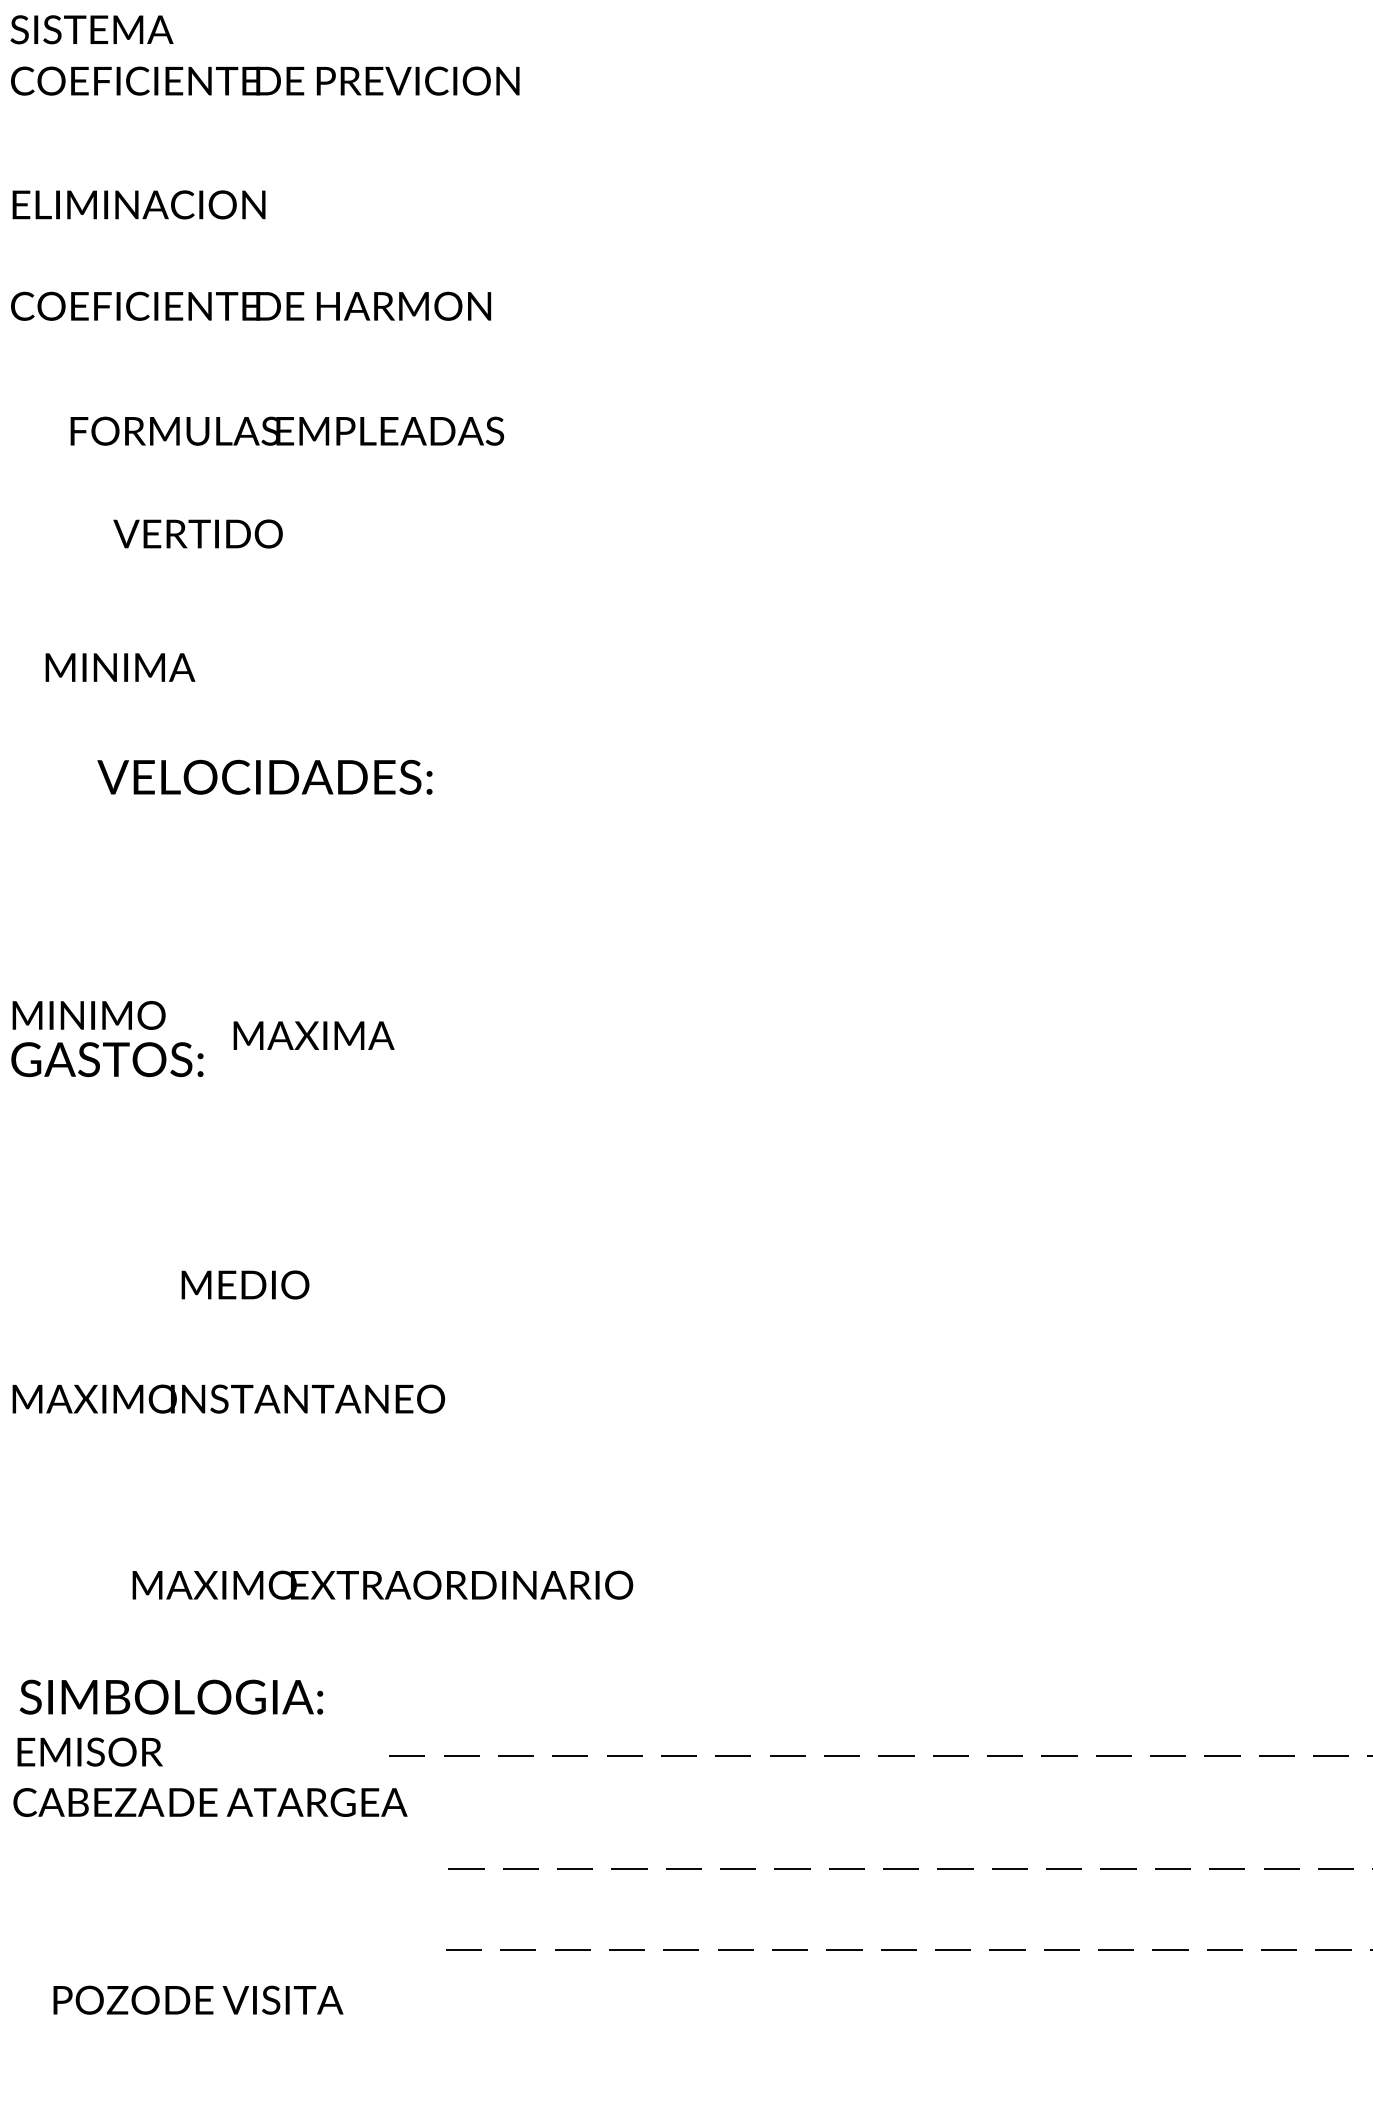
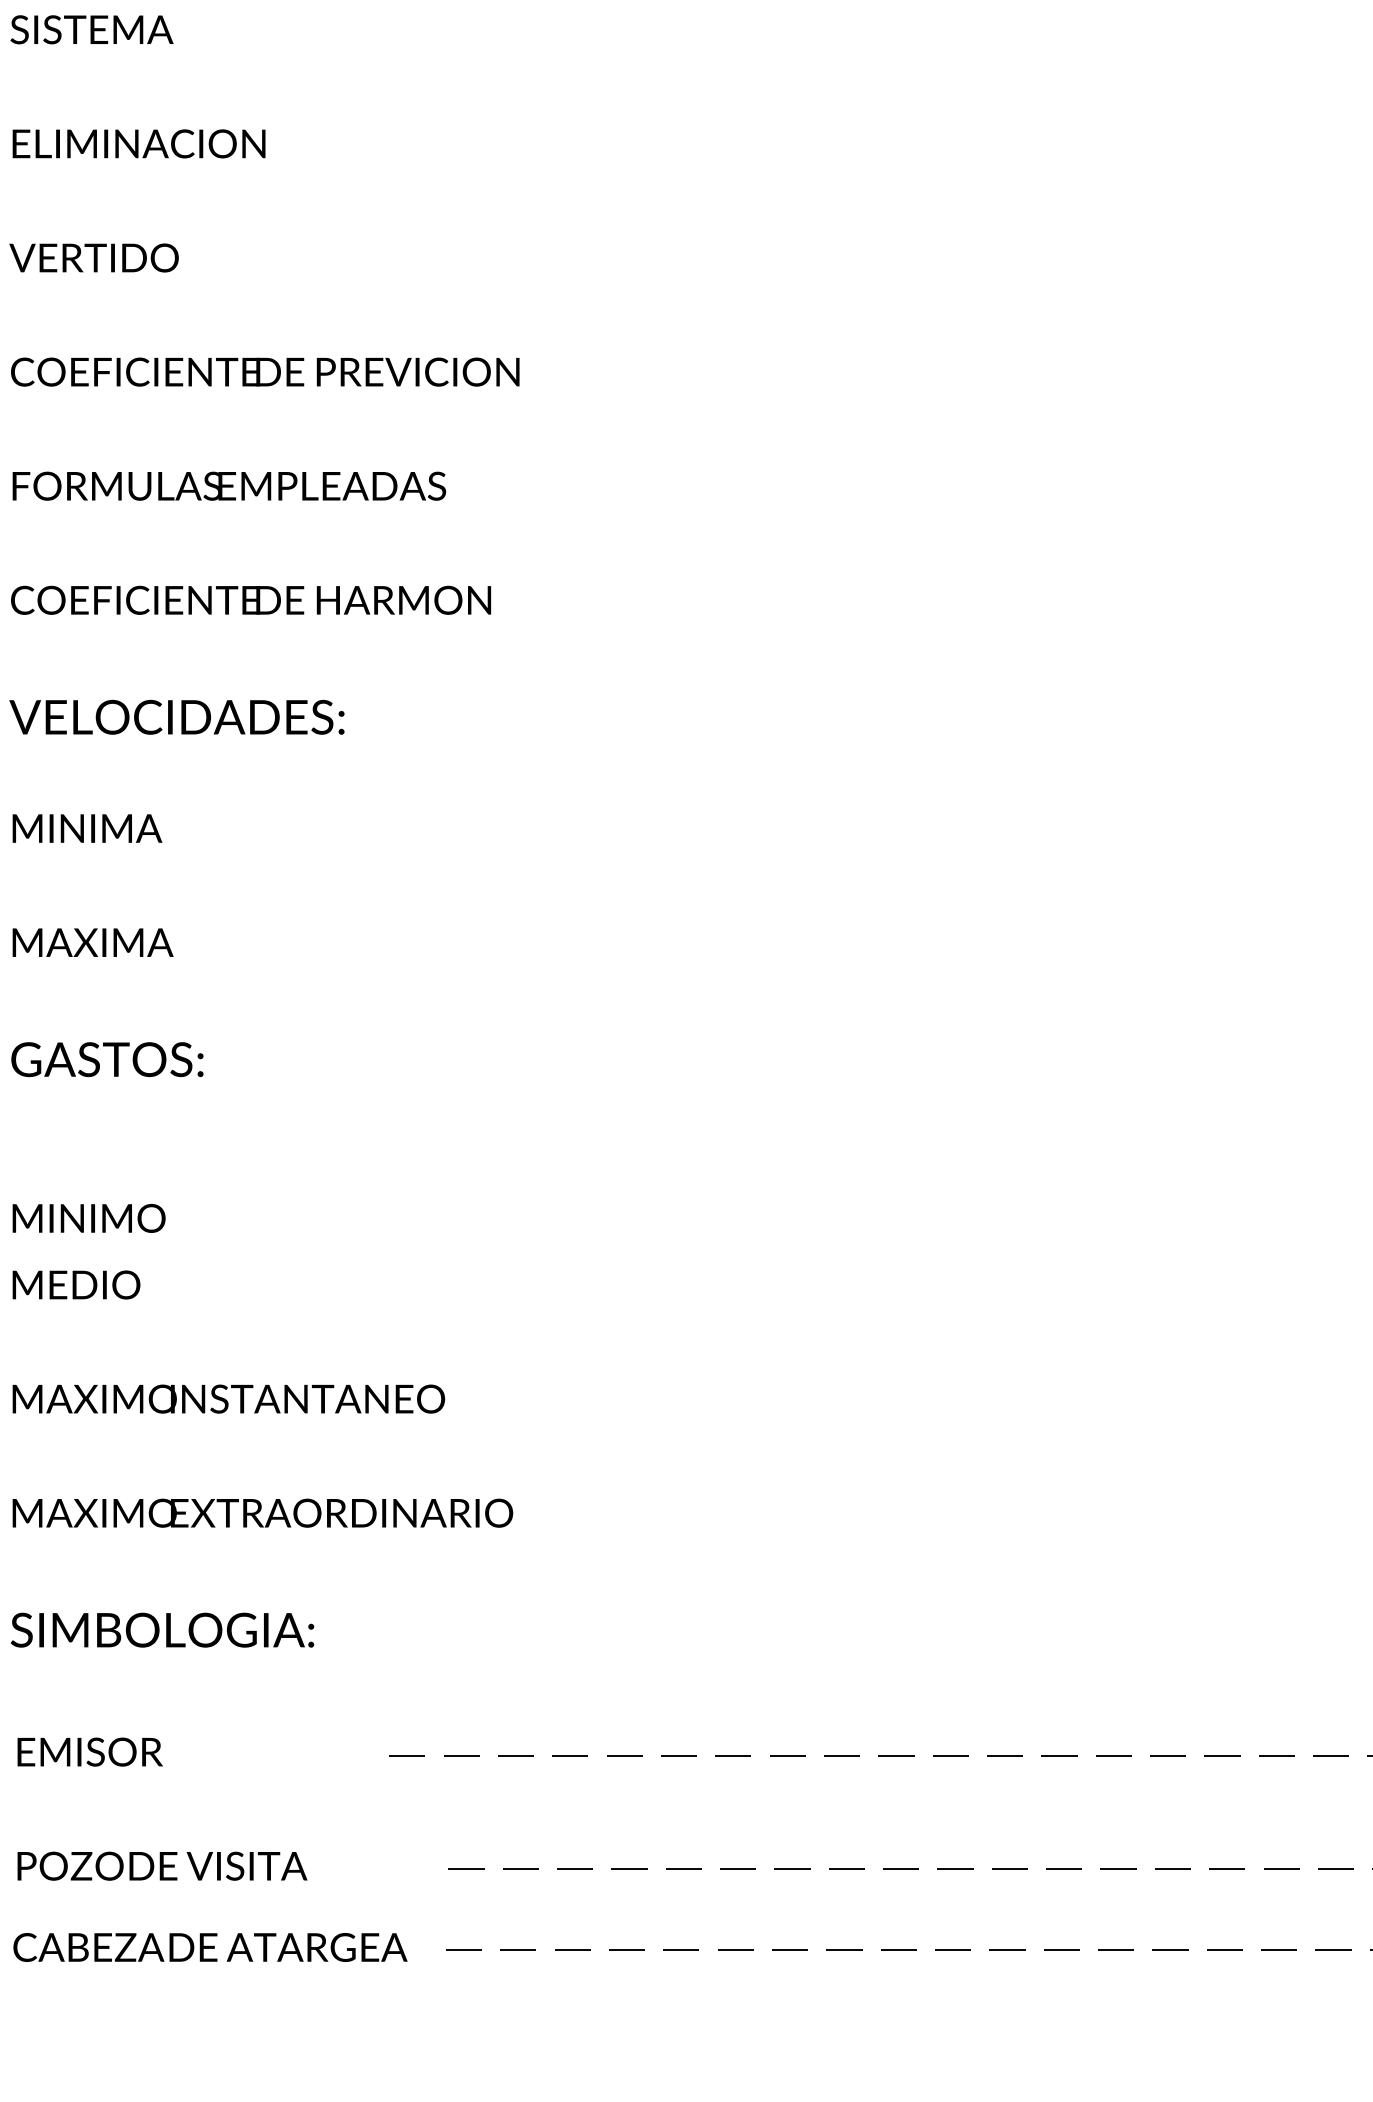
text at (265, 80) position: (265, 80) -> (265, 371)
text at (138, 204) position: (138, 204) -> (138, 143)
text at (250, 305) position: (250, 305) -> (250, 599)
text at (287, 430) position: (287, 430) -> (229, 485)
text at (197, 533) position: (197, 533) -> (93, 257)
text at (120, 667) position: (120, 667) -> (87, 828)
text at (264, 776) position: (264, 776) -> (176, 716)
text at (88, 1015) position: (88, 1015) -> (88, 1218)
text at (313, 1035) position: (313, 1035) -> (92, 942)
text at (245, 1284) position: (245, 1284) -> (76, 1284)
text at (382, 1584) position: (382, 1584) -> (262, 1512)
text at (171, 1696) position: (171, 1696) -> (162, 1629)
text at (210, 1802) position: (210, 1802) -> (210, 1947)
text at (198, 1999) position: (198, 1999) -> (162, 1865)
